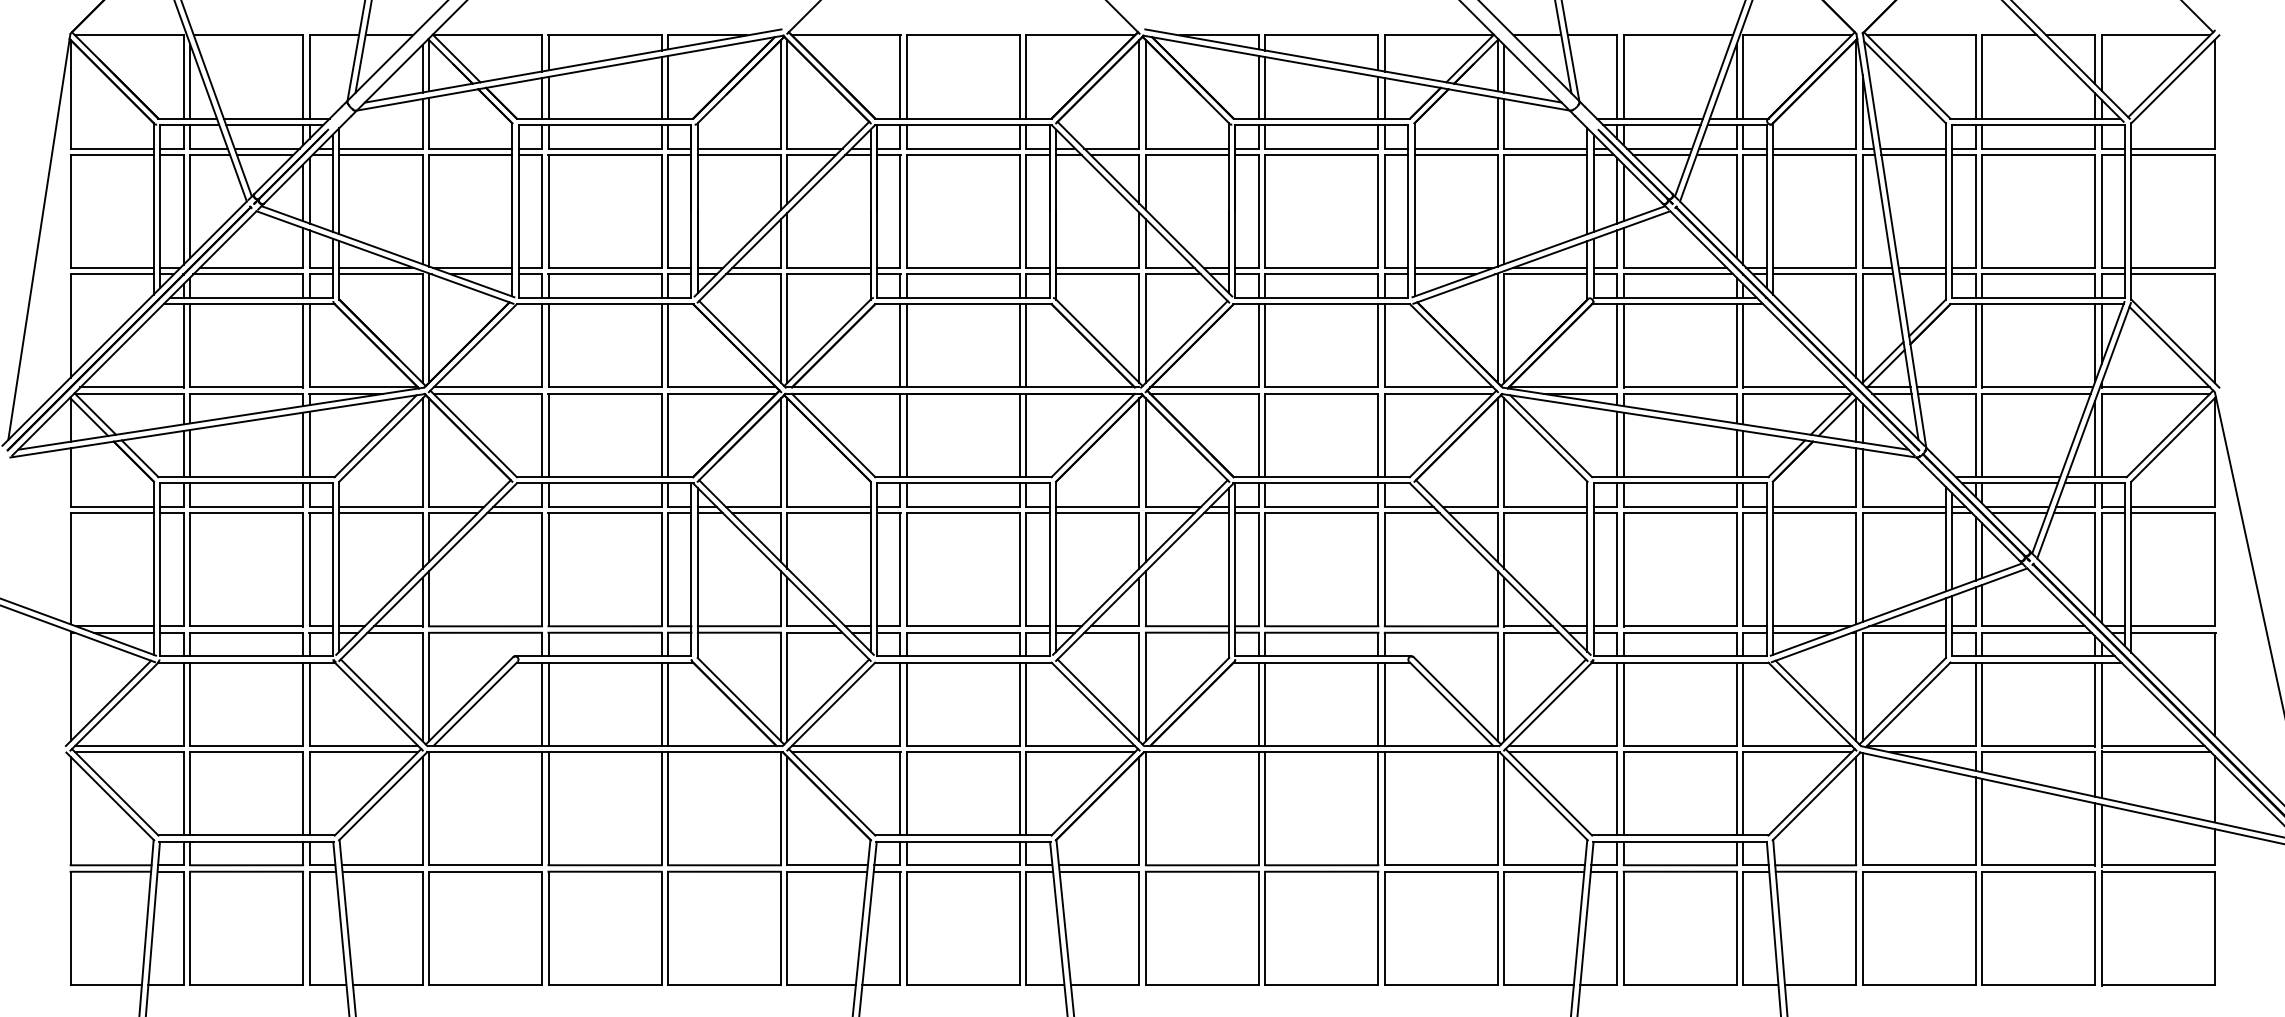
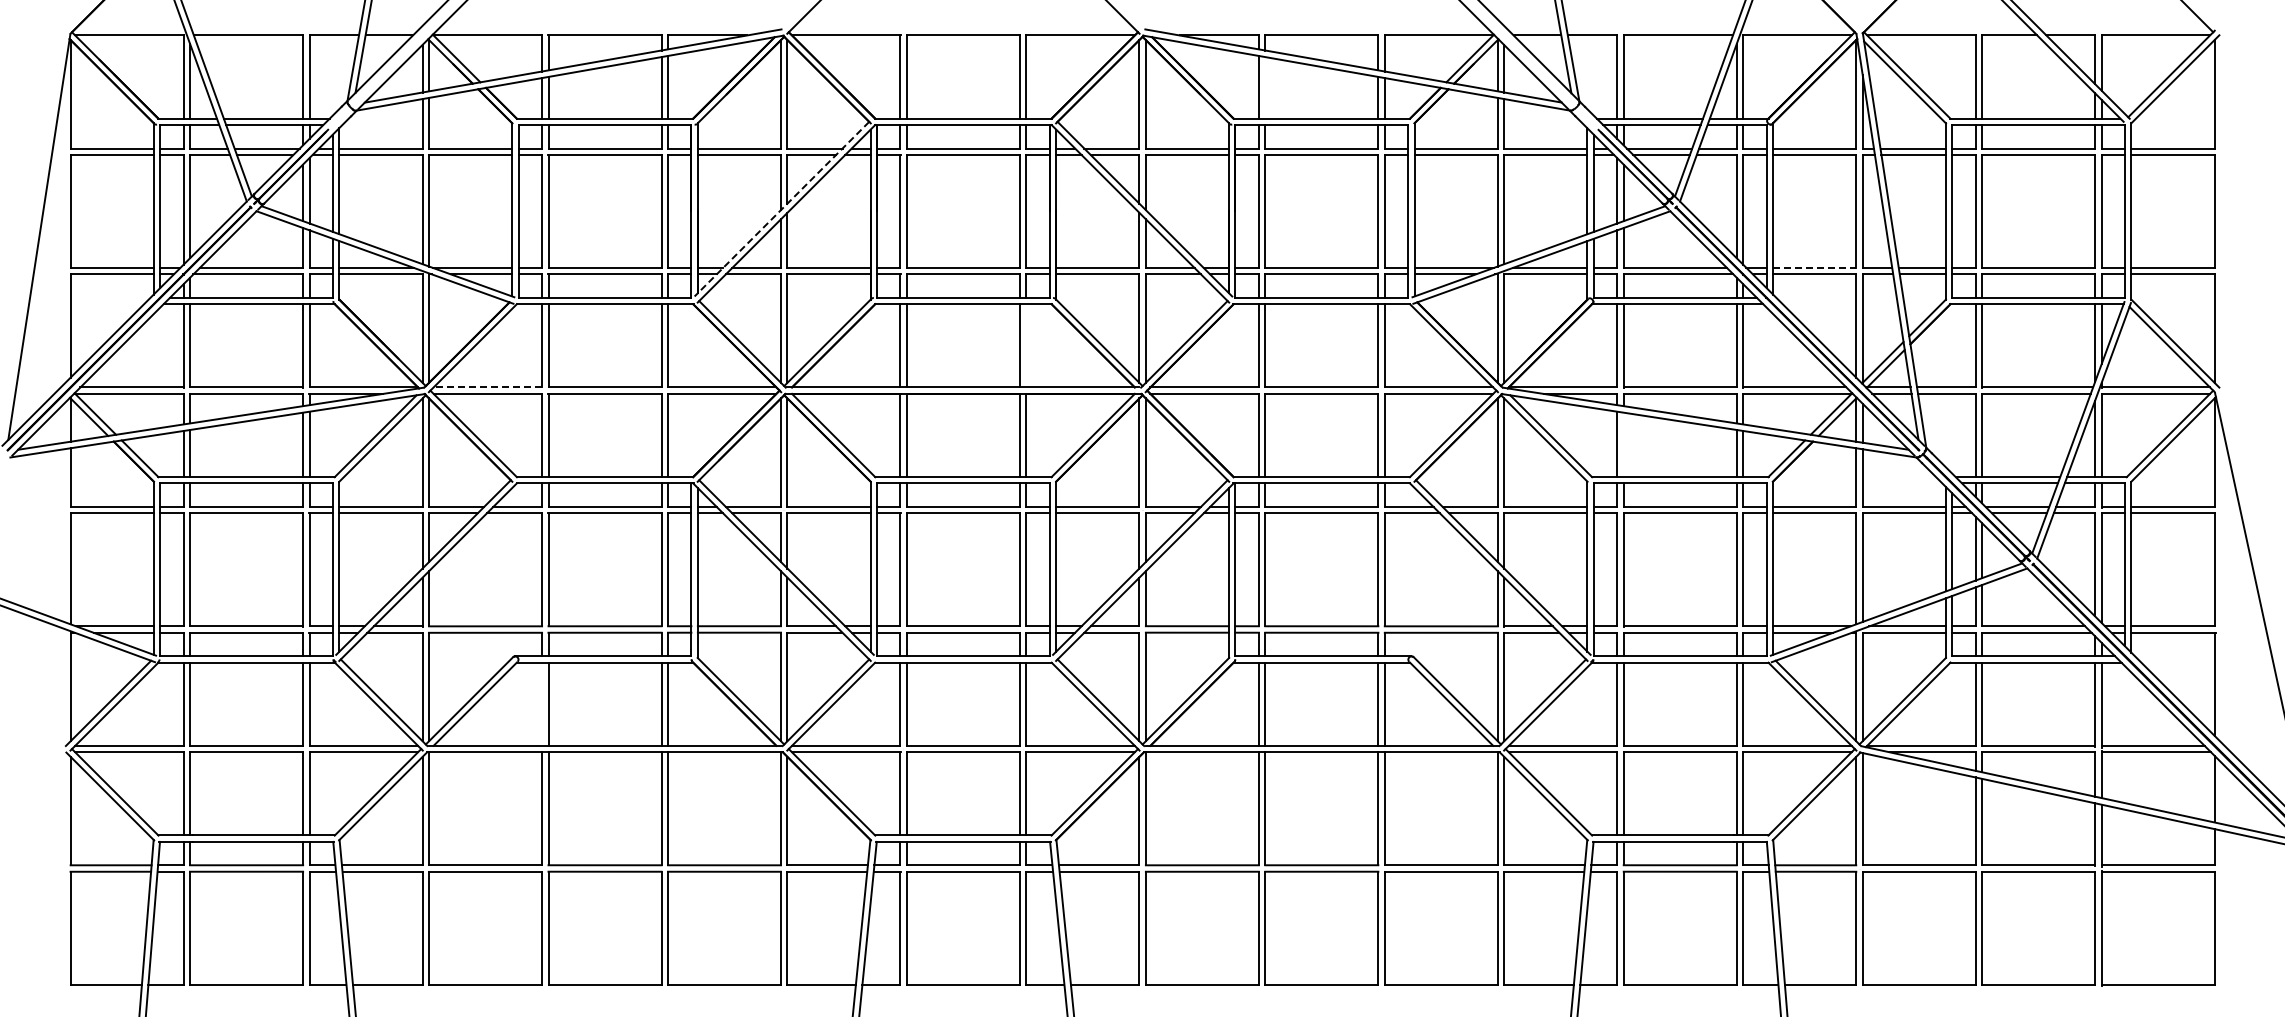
line at (1265, 87): present -> none
line at (781, 209): solid -> dashed
line at (1814, 267): solid -> dashed
line at (1026, 345): present -> none
line at (487, 387): solid -> dashed
line at (1623, 444): present -> none
line at (542, 703): present -> none
